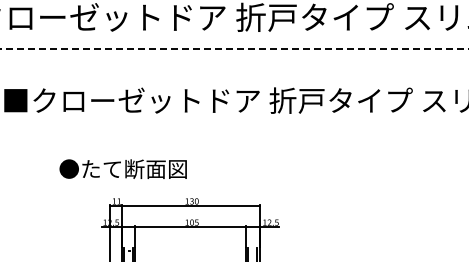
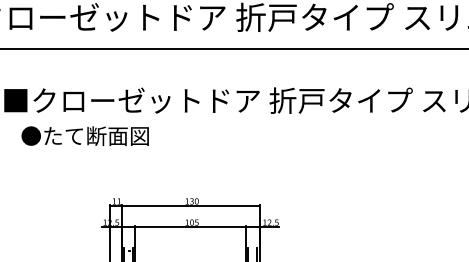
line at (234, 48): dashed -> solid
text at (122, 168) position: (122, 168) -> (84, 135)
